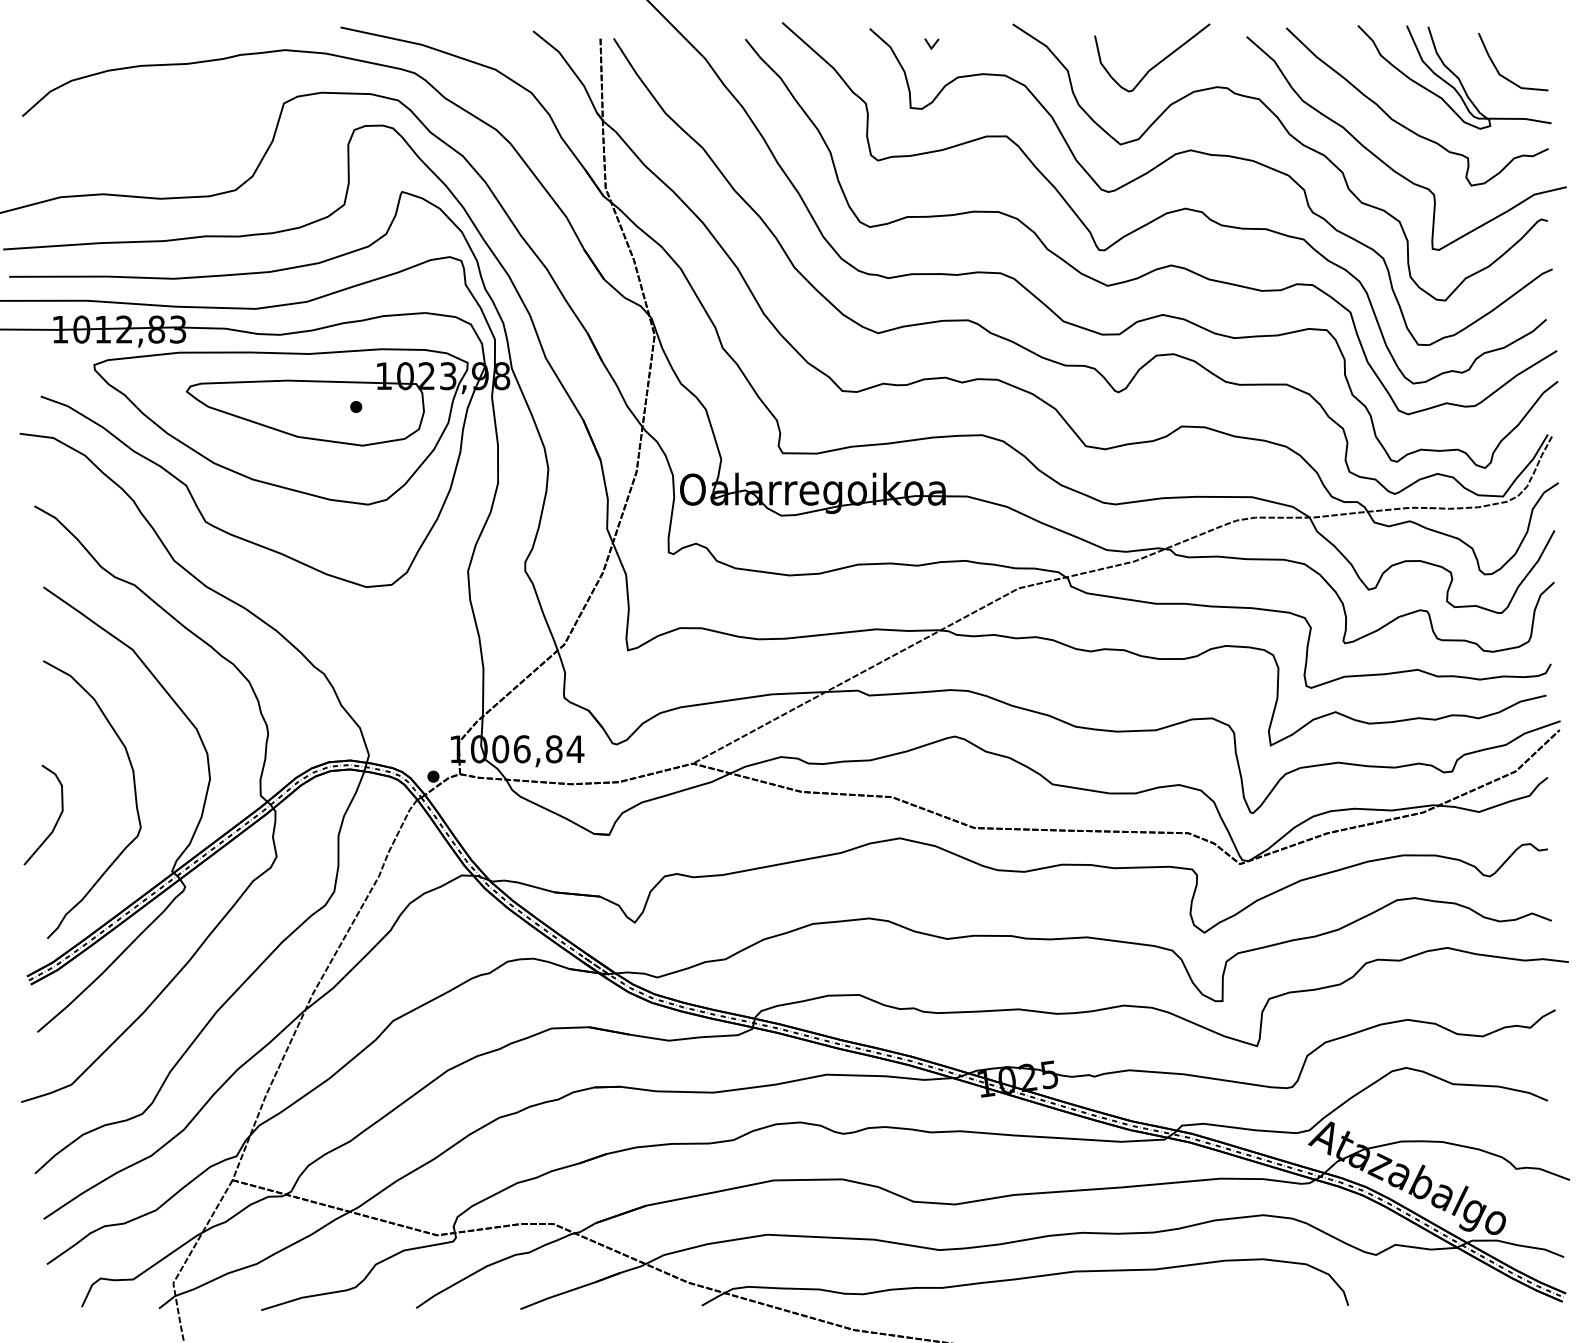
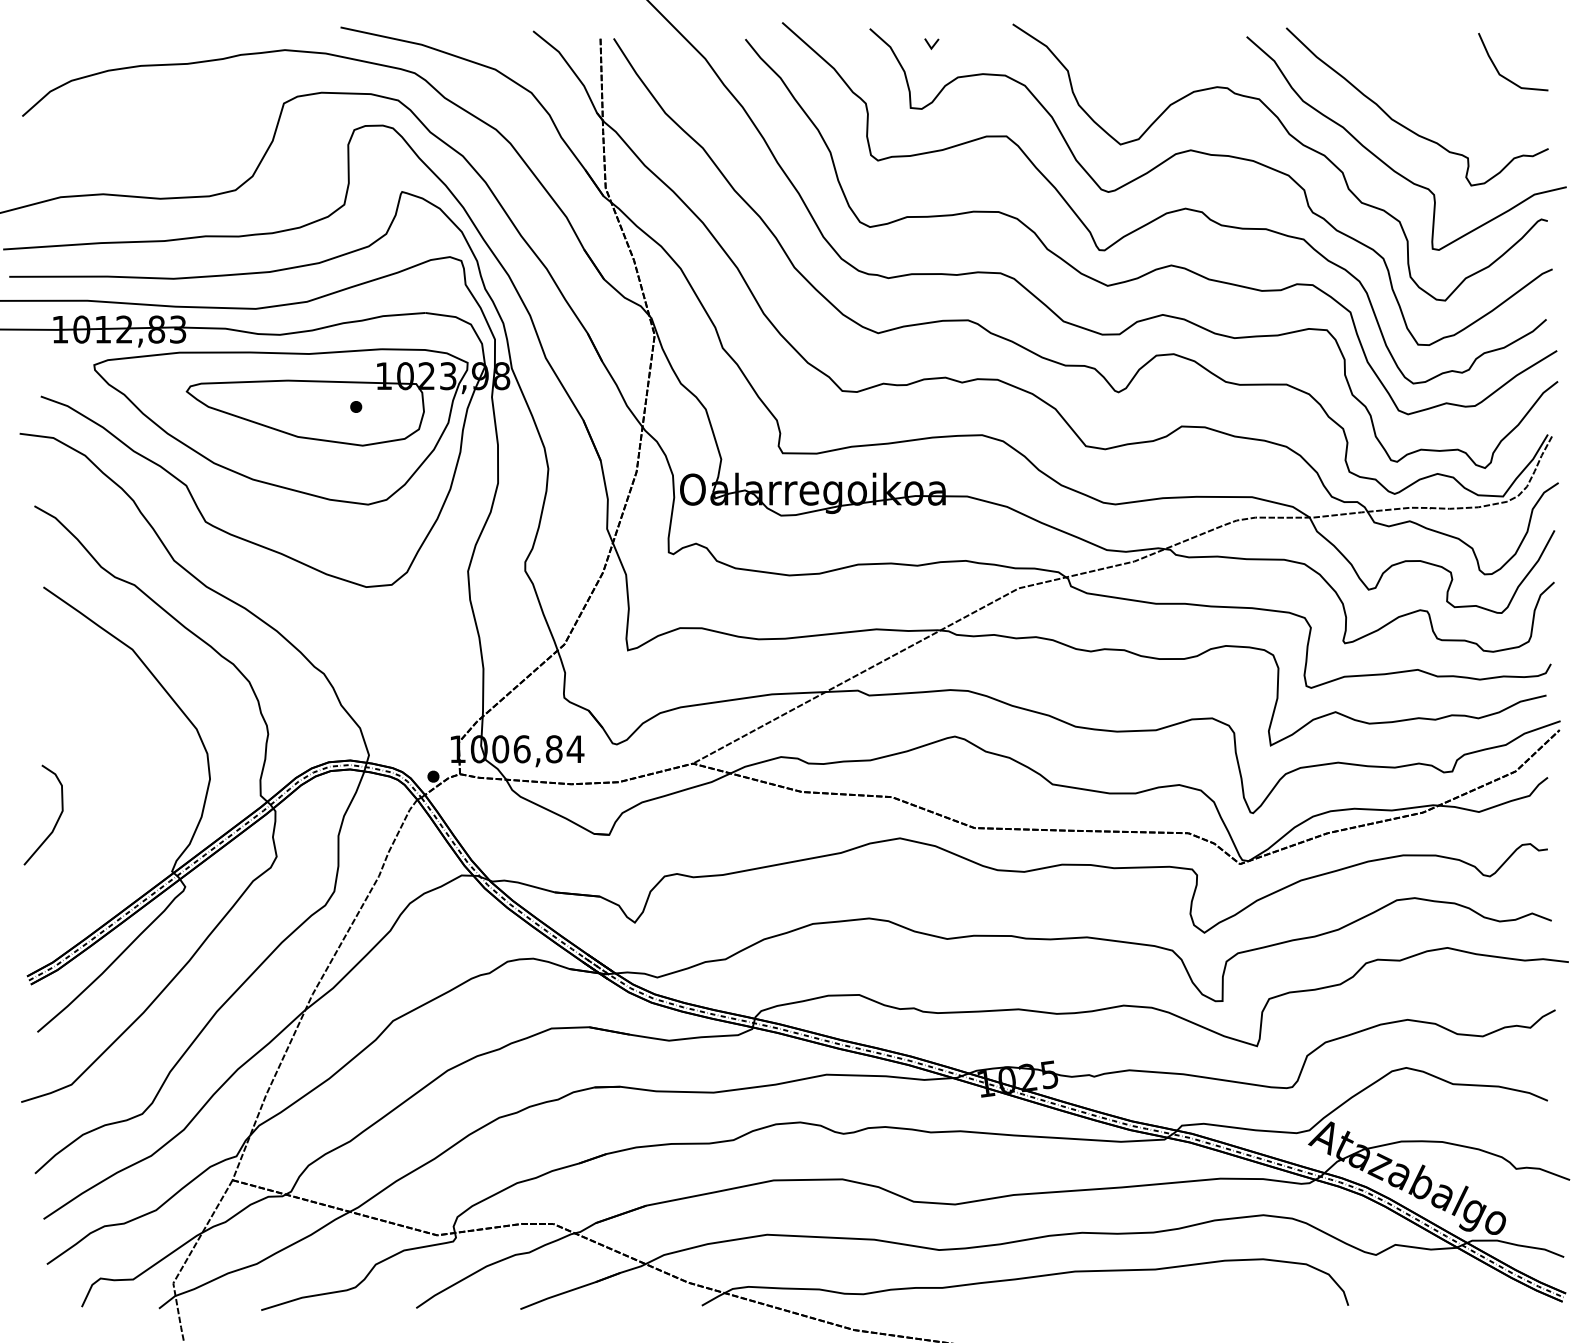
curve at (1155, 64): present -> none
part at (1454, 77): present -> none
curve at (134, 795): present -> none
